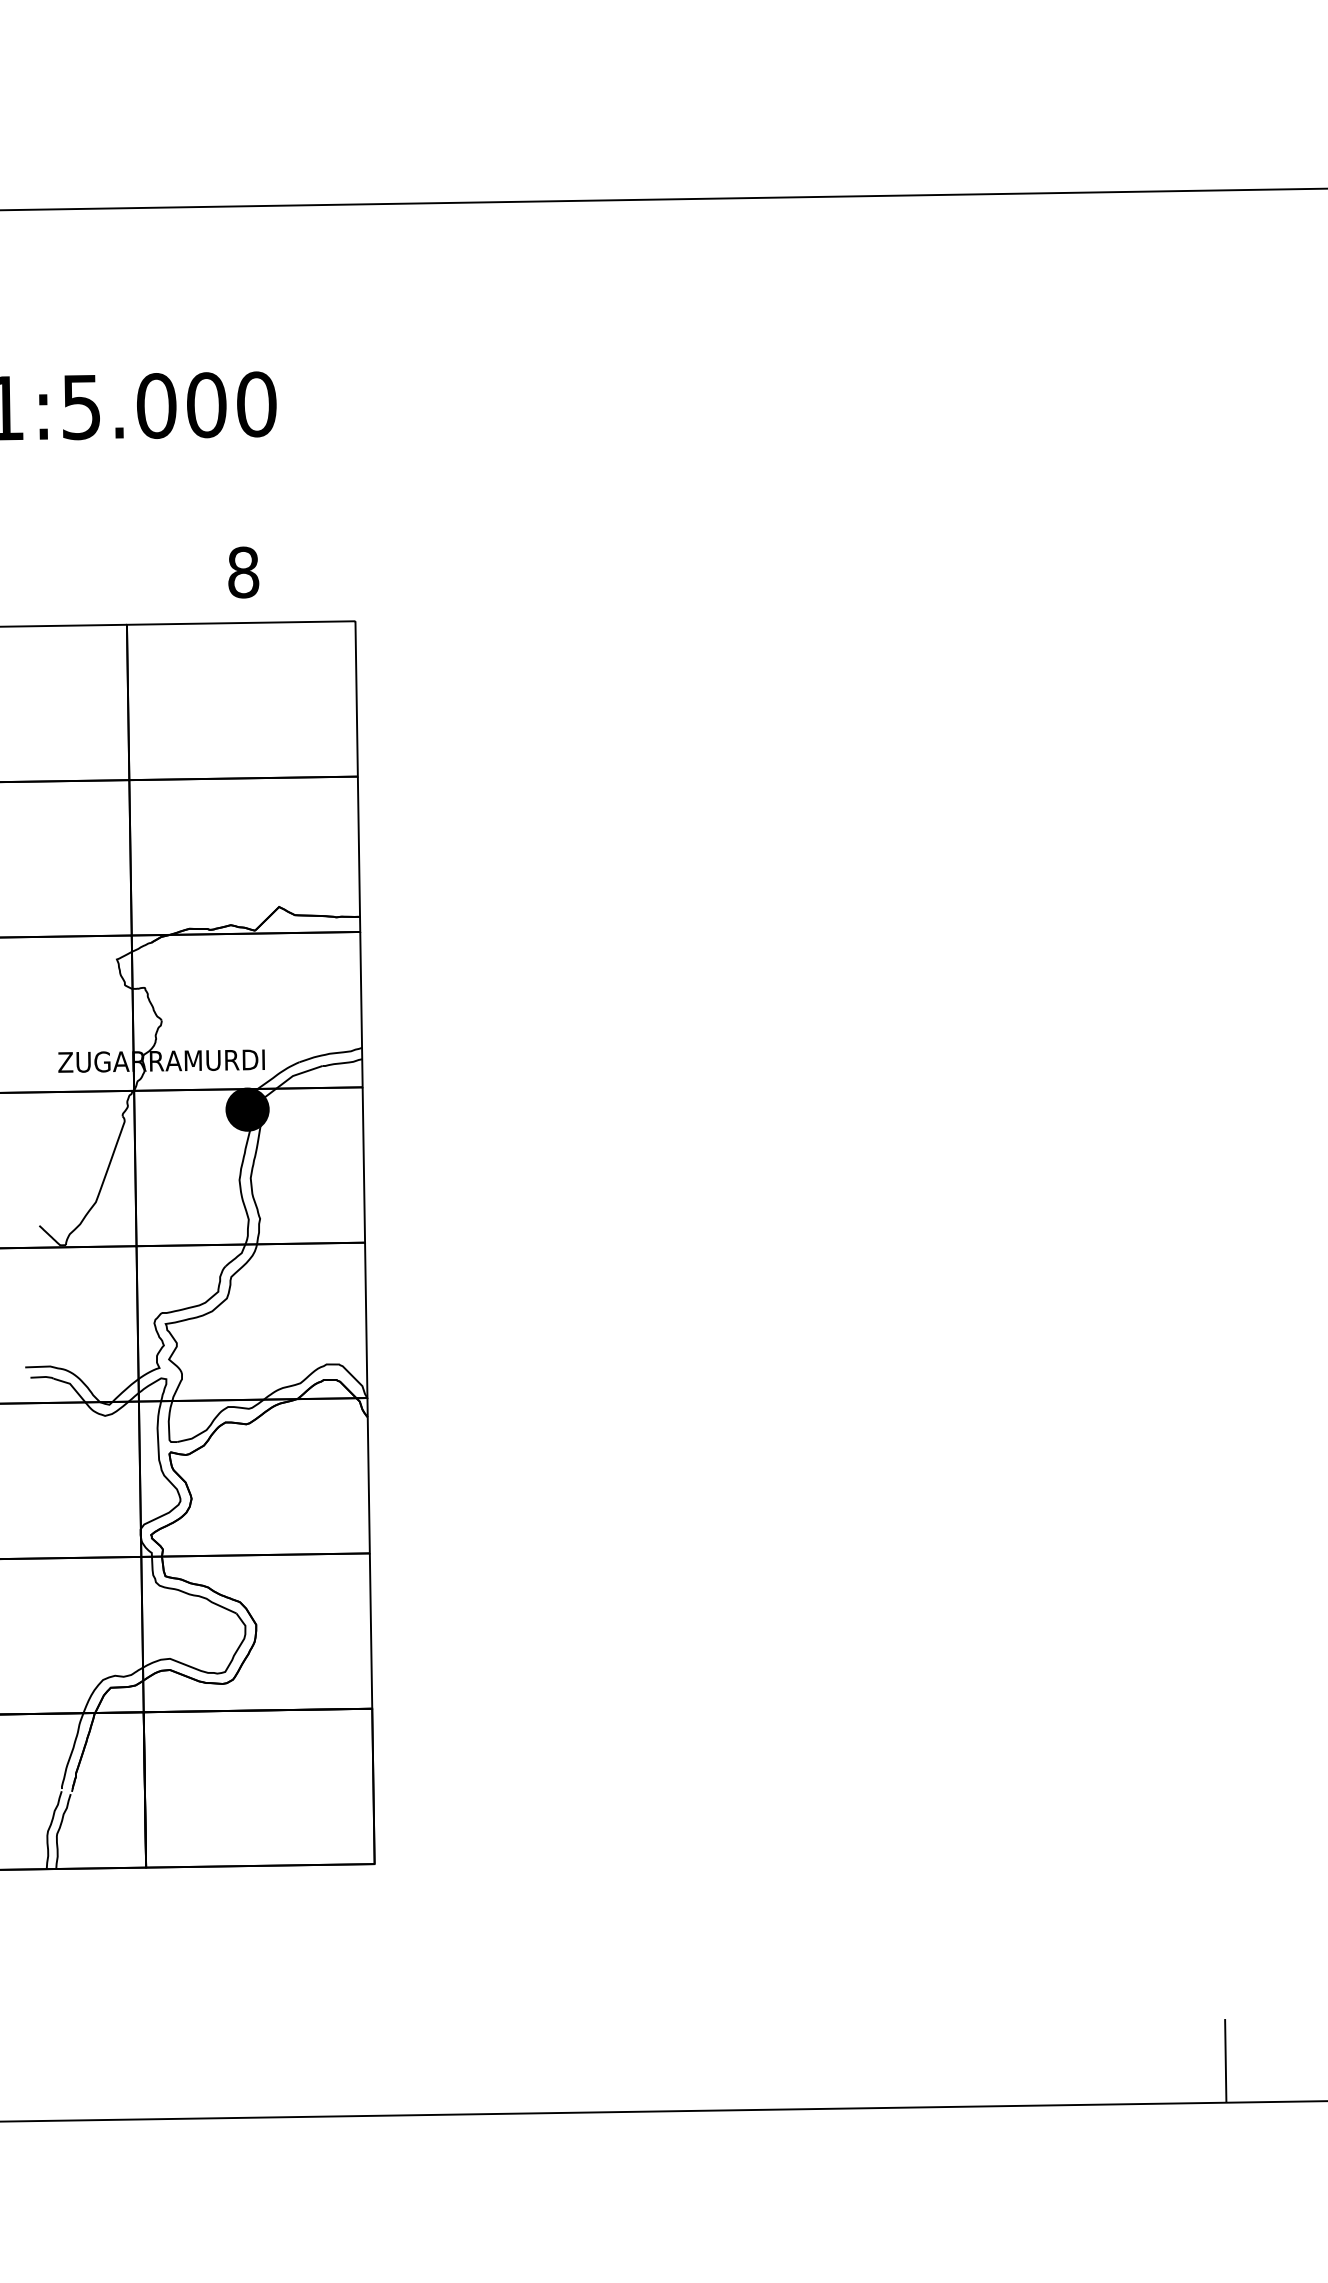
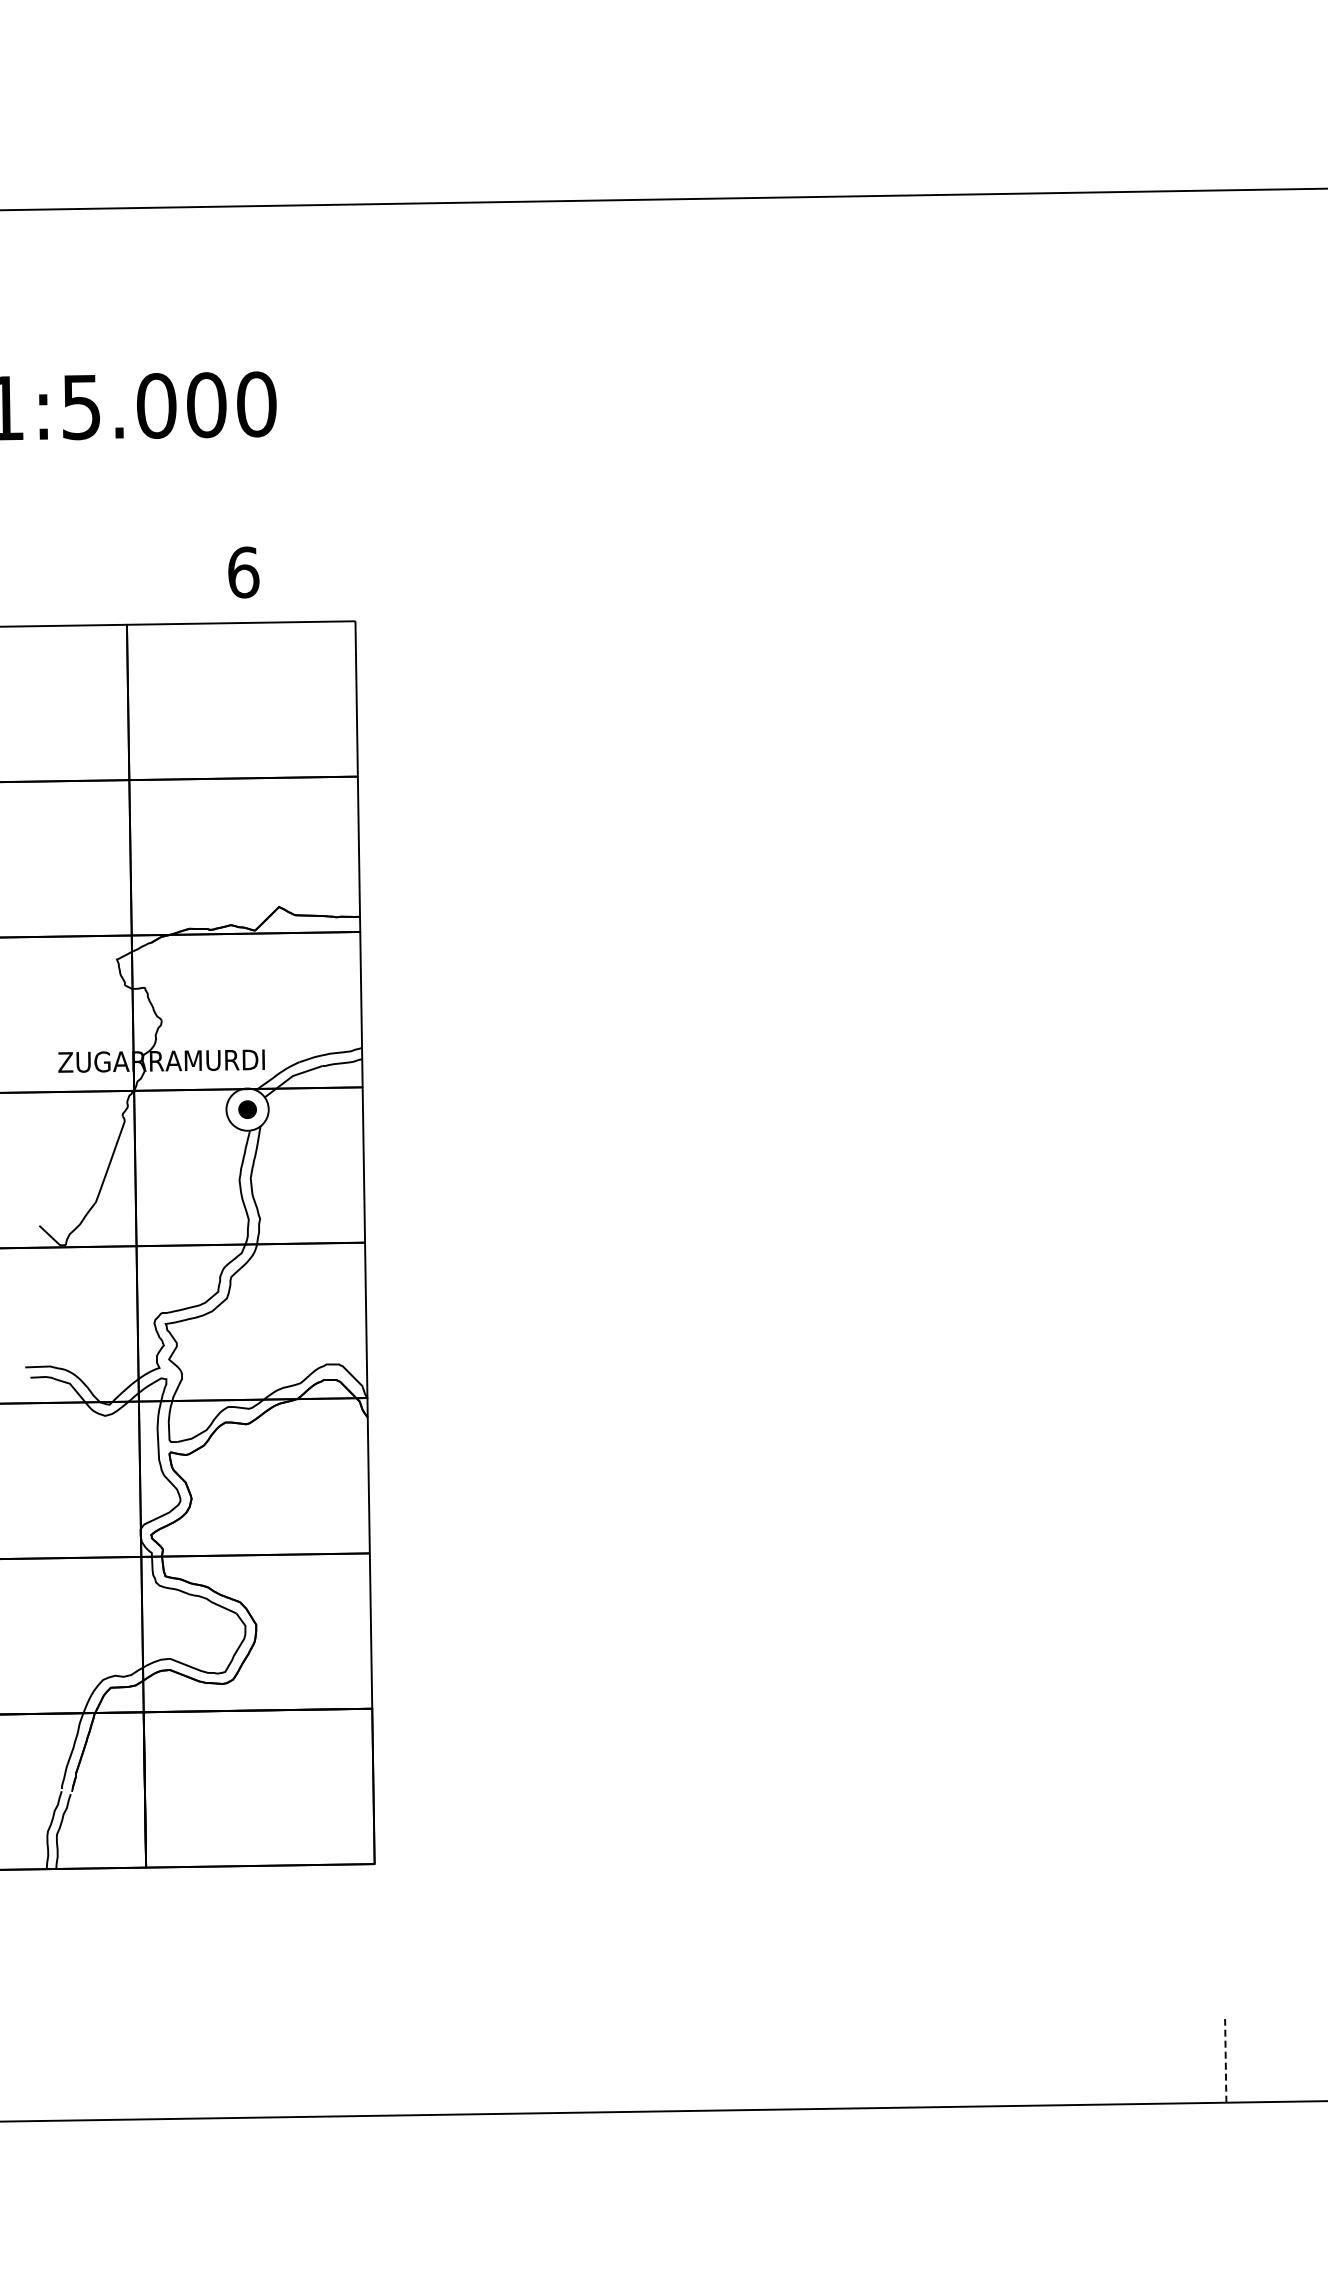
text at (243, 572): 8 -> 6
fill at (247, 1109): present -> none
line at (1225, 2060): solid -> dashed
